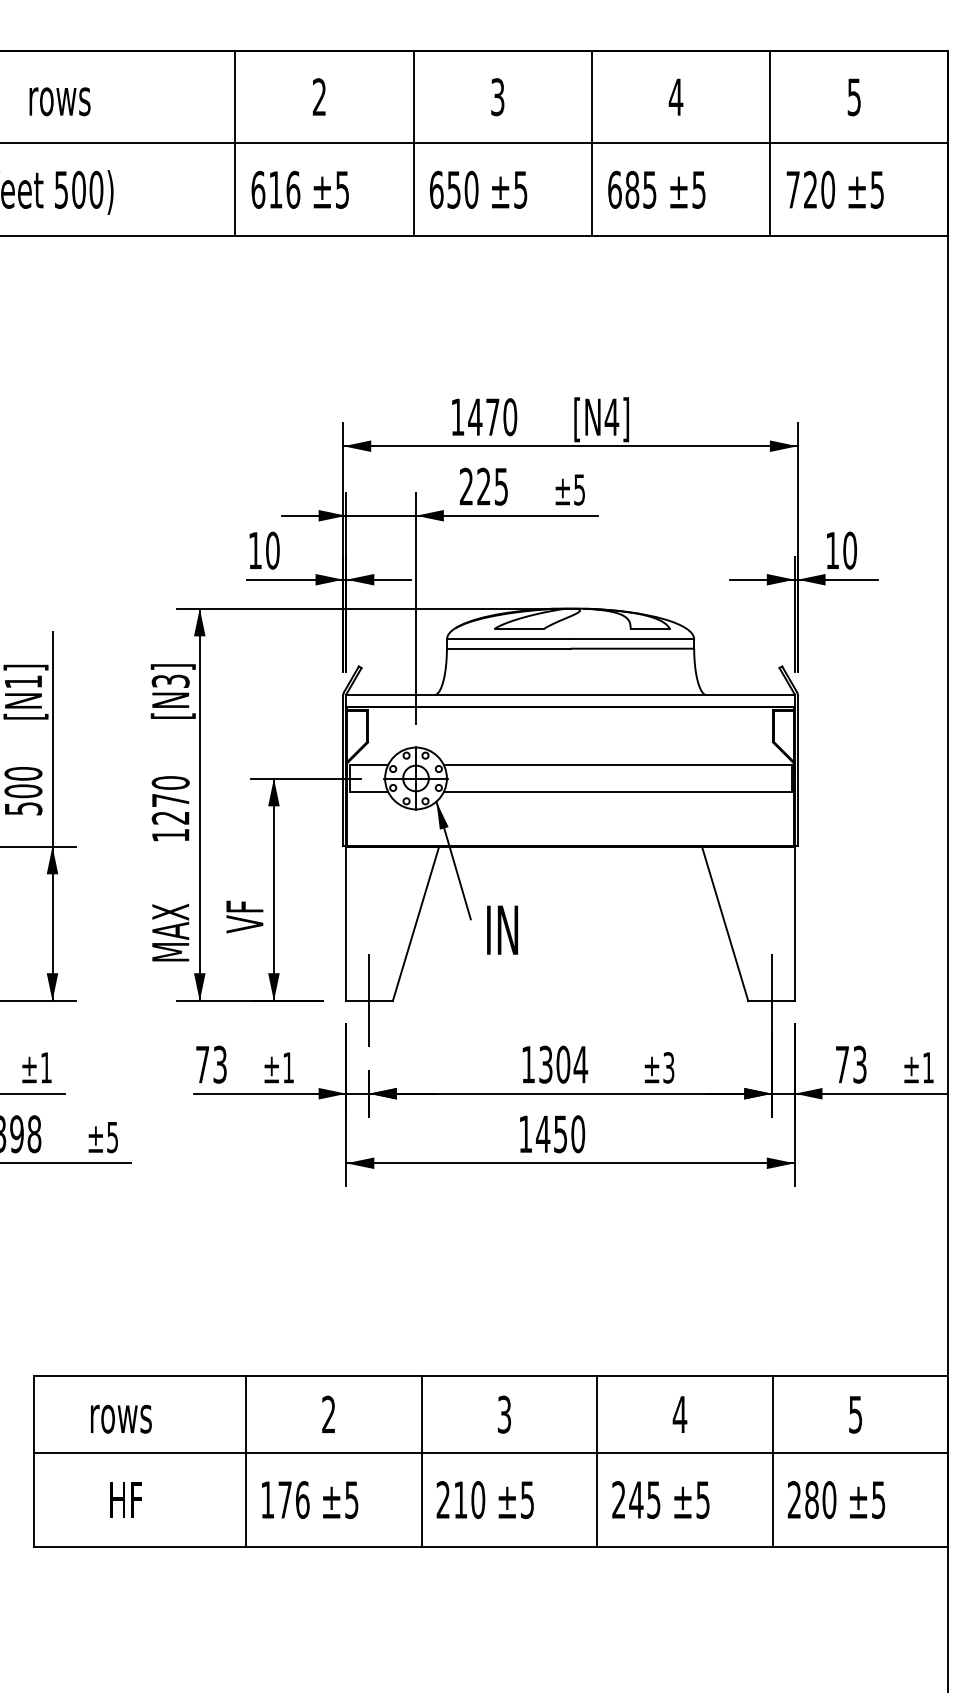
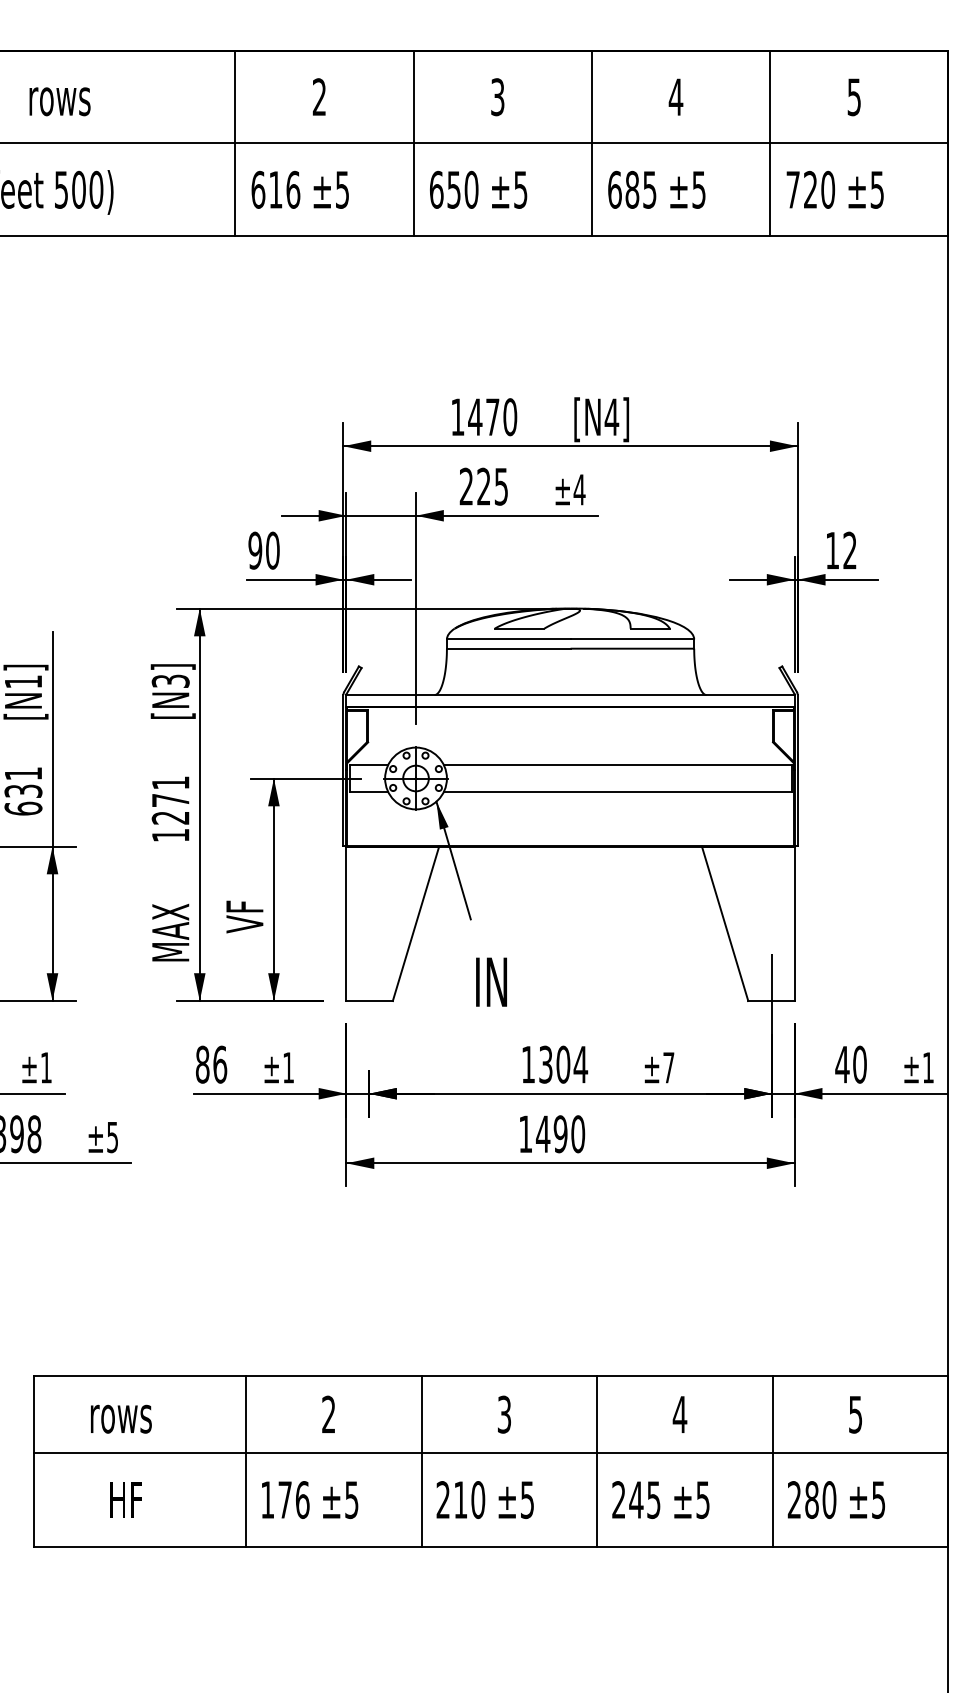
text at (579, 489): ±5 -> ±4
text at (255, 550): 10 -> 90
text at (849, 550): 10 -> 12
text at (170, 782): 1270 -> 1271
text at (23, 791): 500 -> 631
text at (502, 929) position: (502, 929) -> (491, 981)
line at (369, 1000): present -> none
text at (211, 1064): 73 -> 86
text at (850, 1064): 73 -> 40
text at (668, 1067): ±3 -> ±7
text at (560, 1133): 1450 -> 1490
